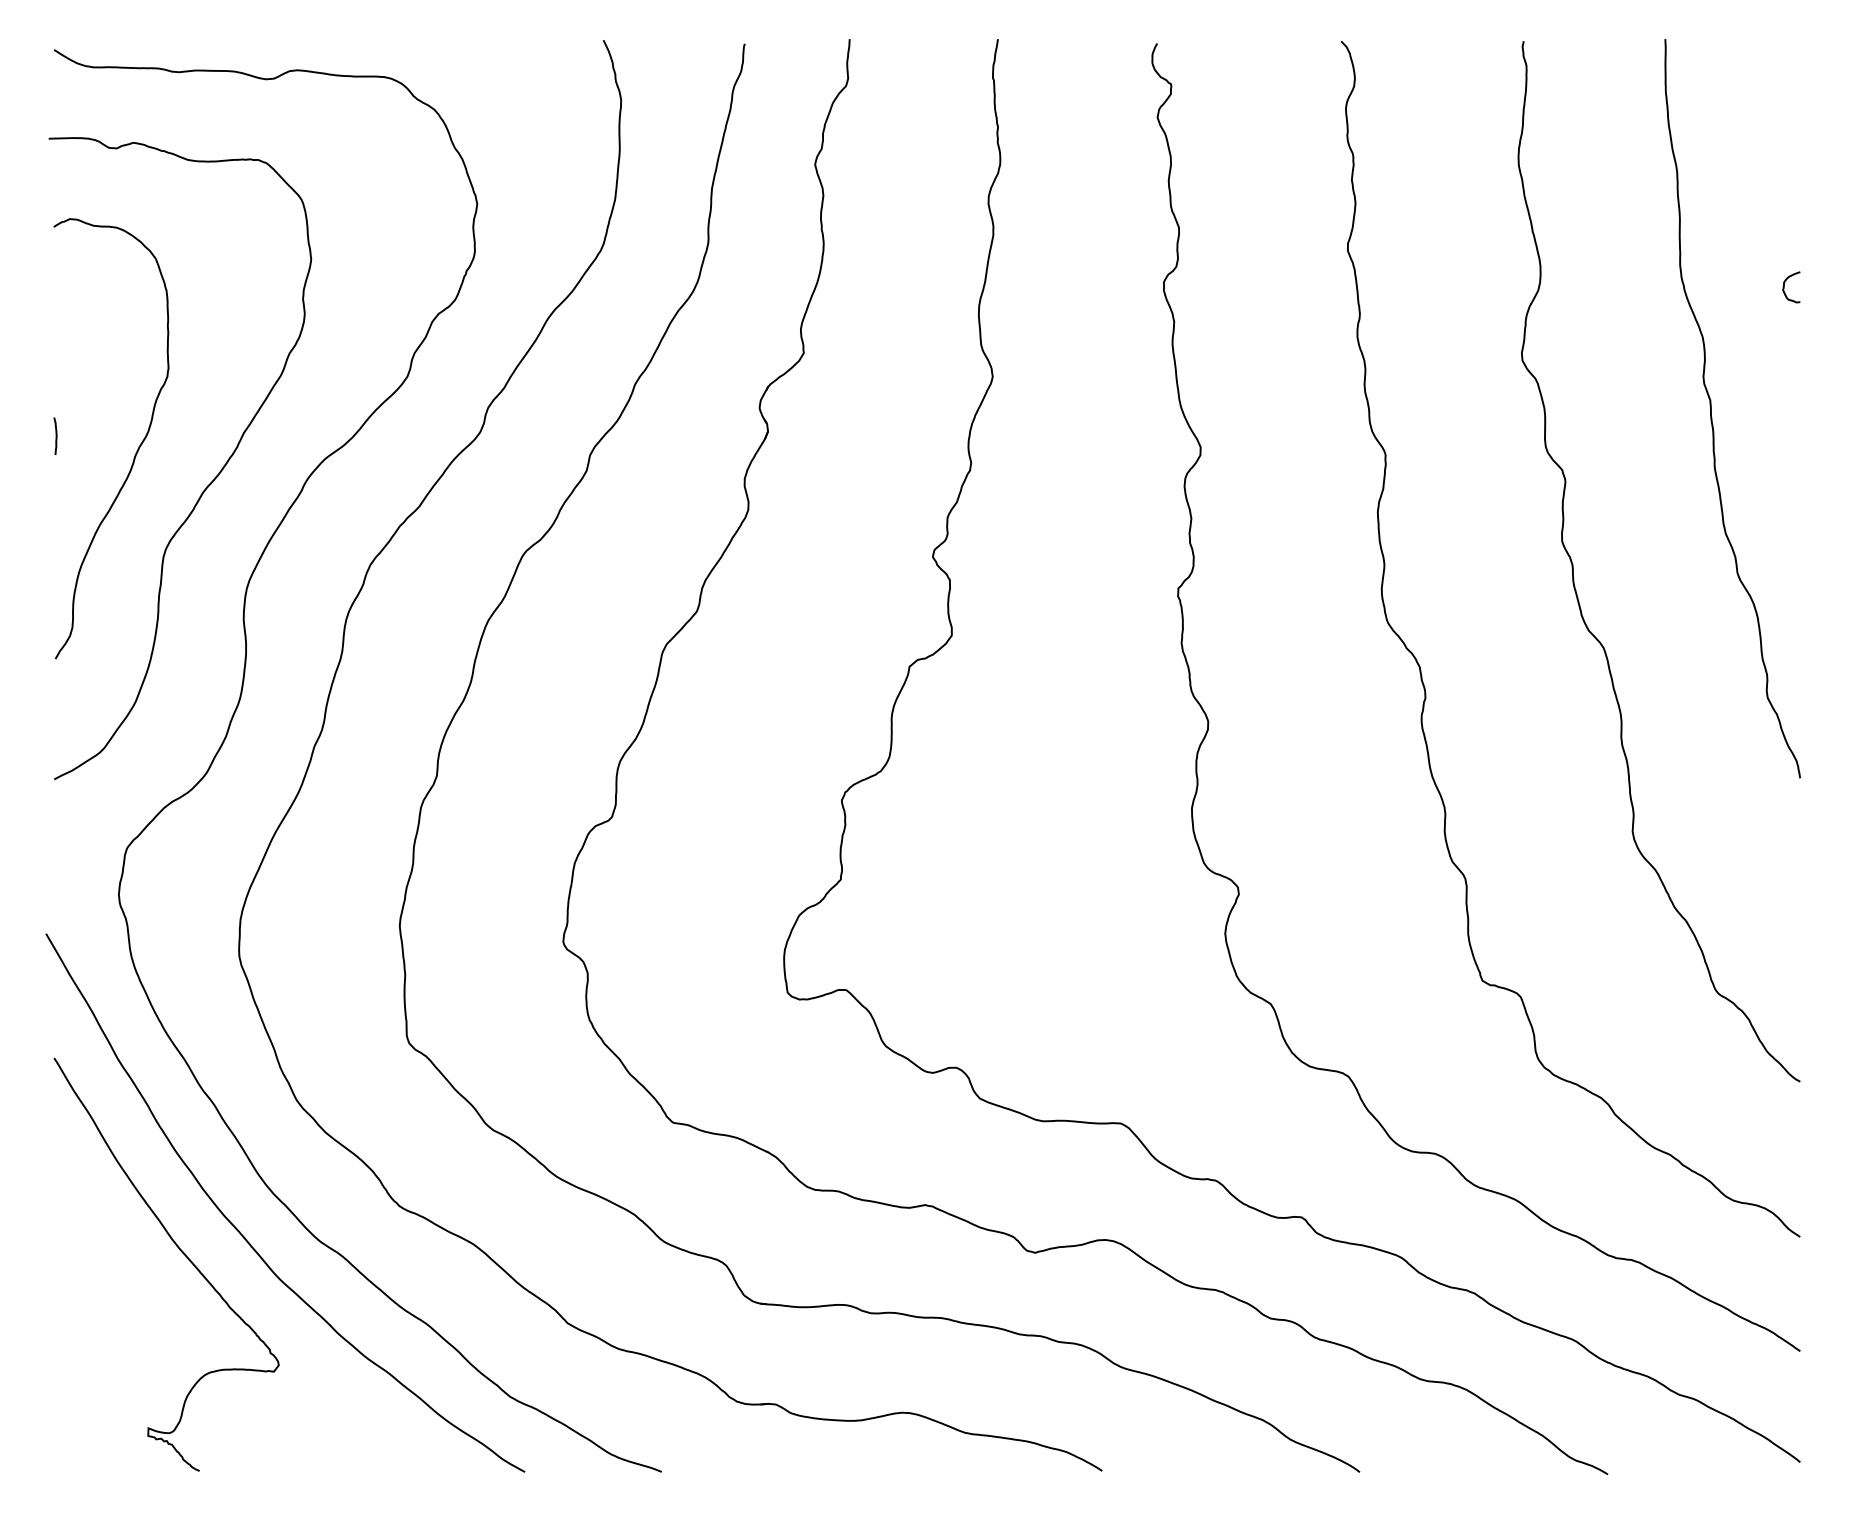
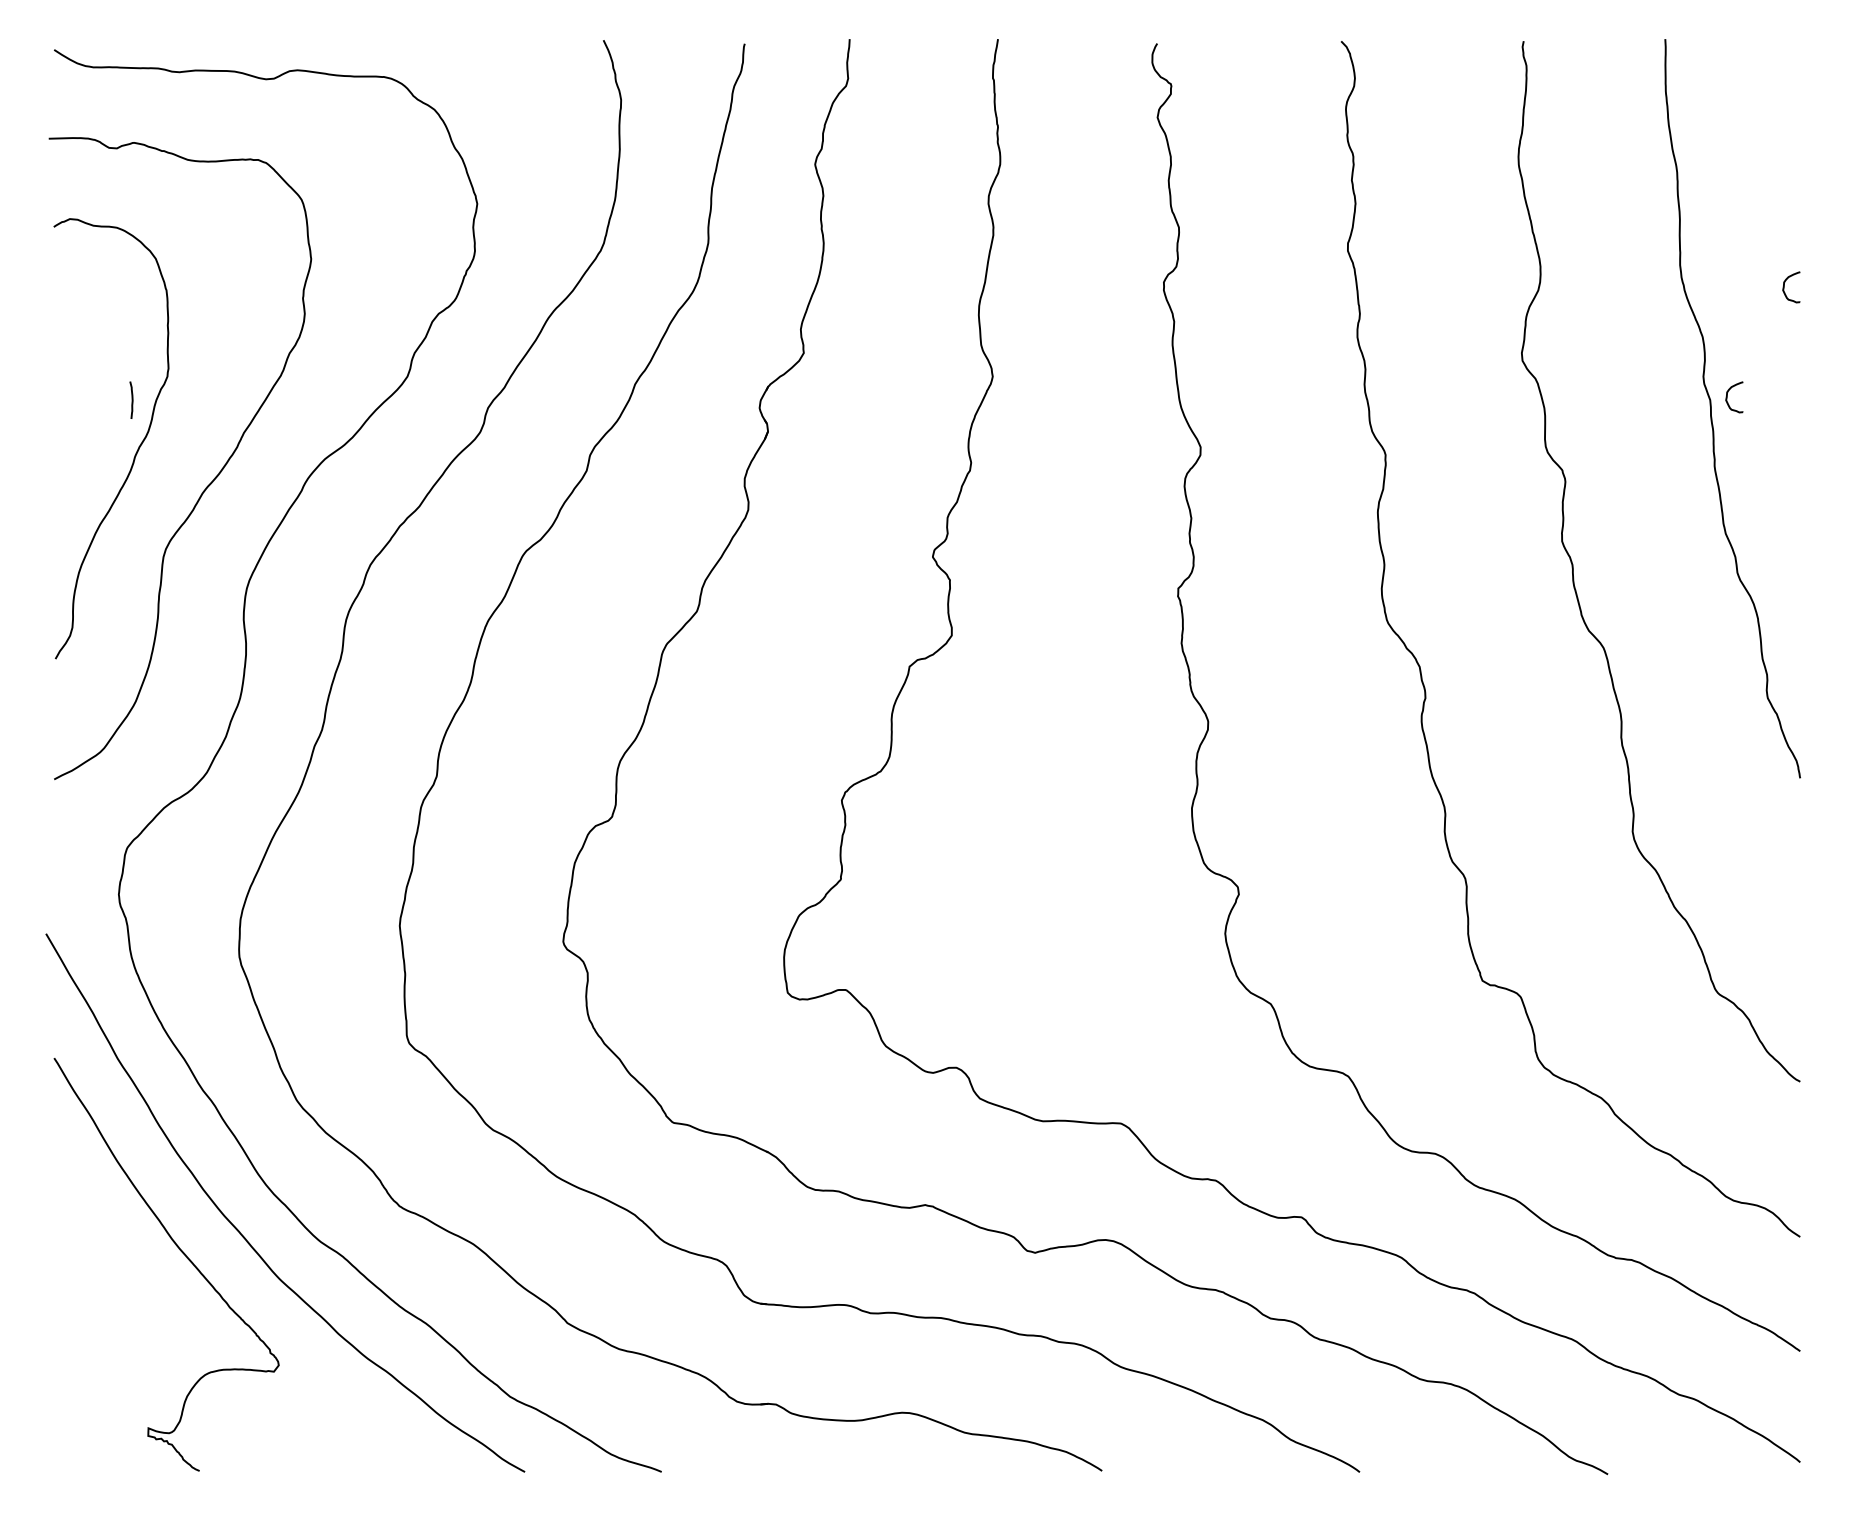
curve at (1727, 397): none -> present
curve at (55, 435) position: (55, 435) -> (131, 399)
